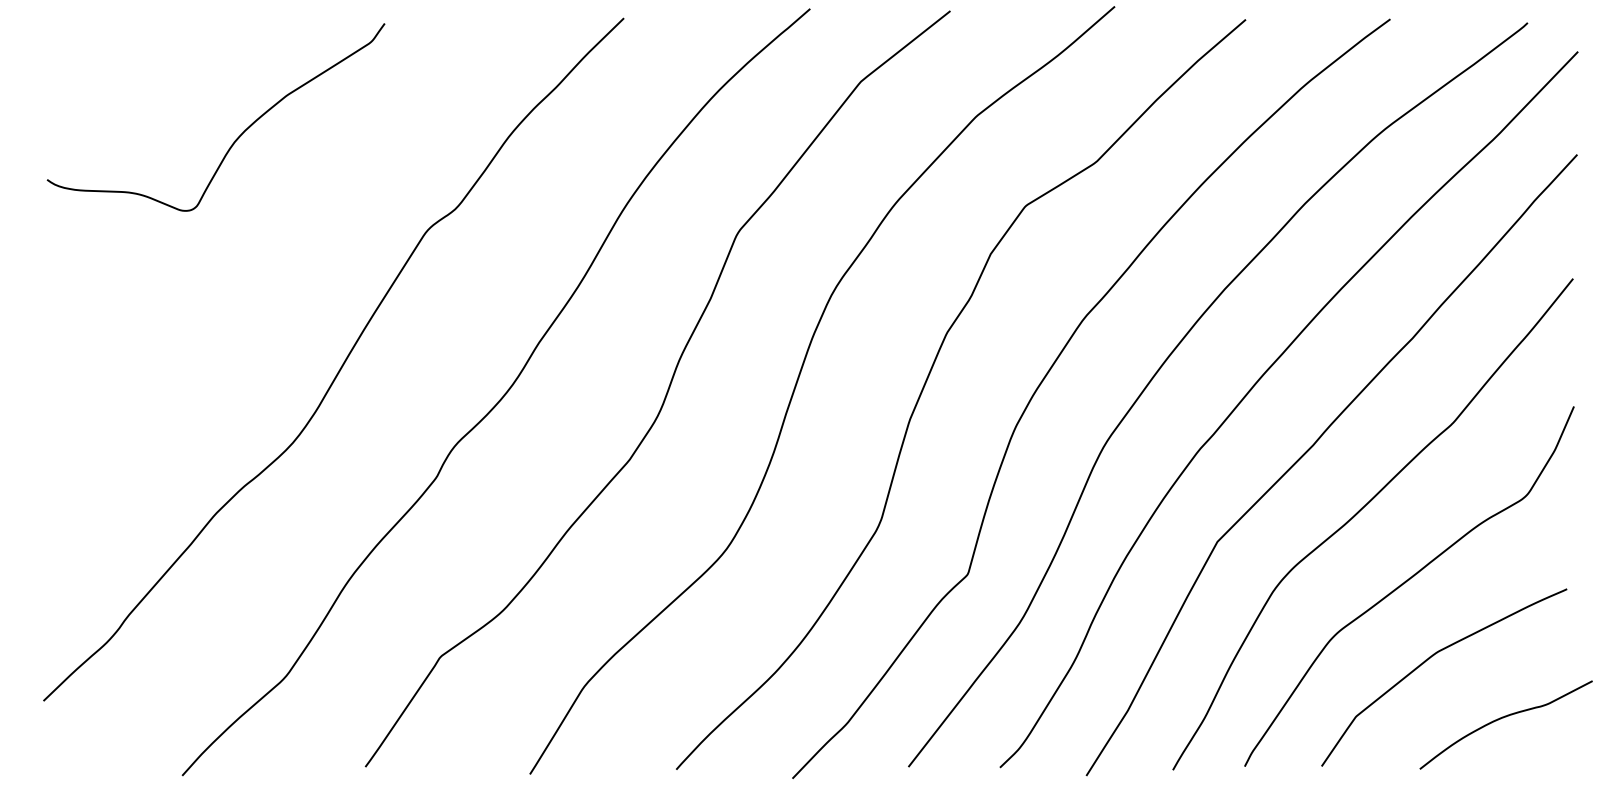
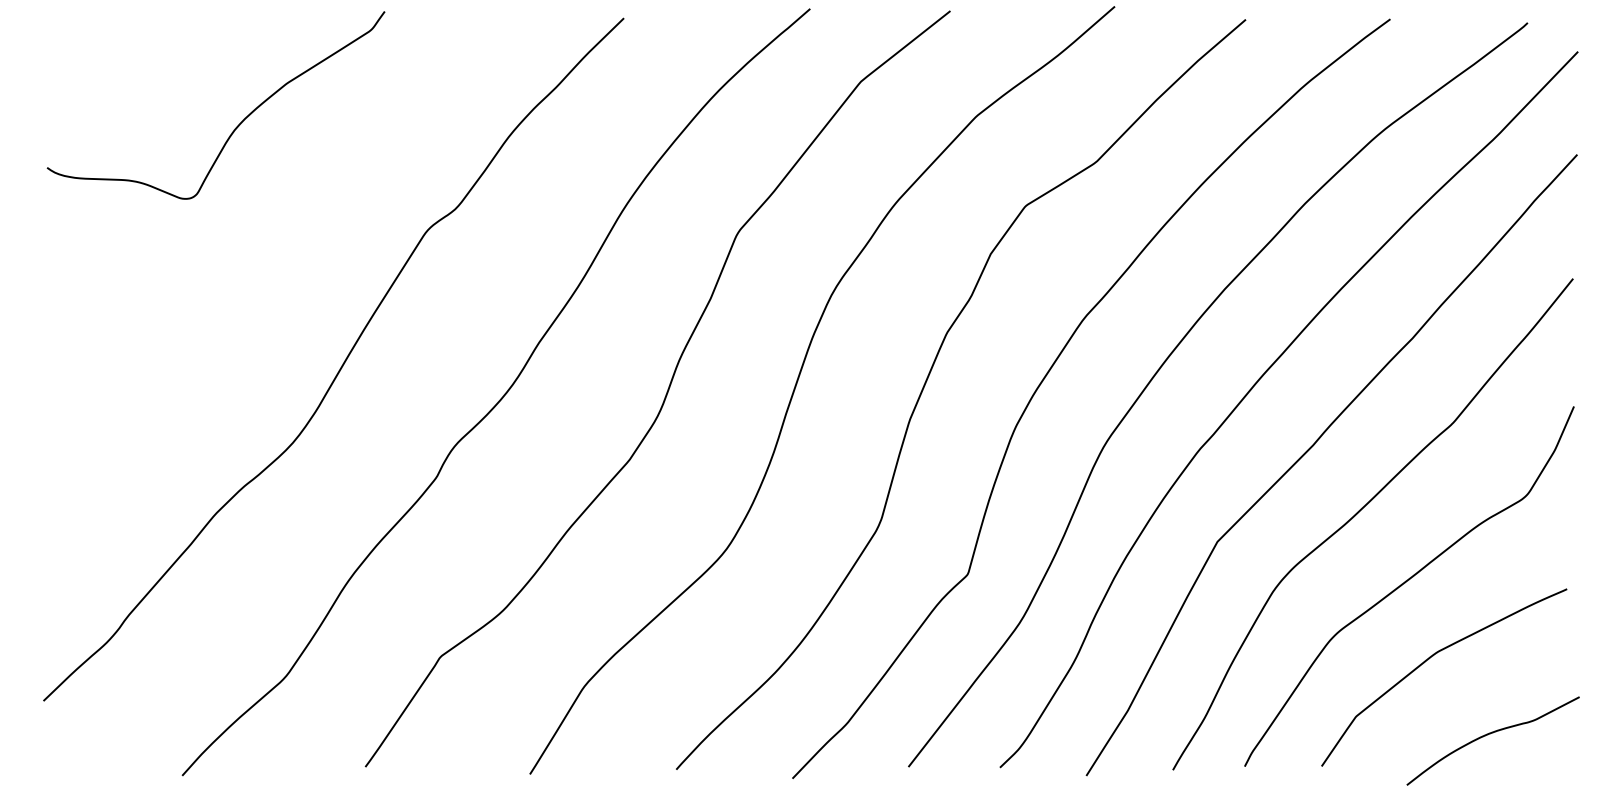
curve at (236, 138) position: (236, 138) -> (236, 126)
curve at (1503, 718) position: (1503, 718) -> (1490, 734)
